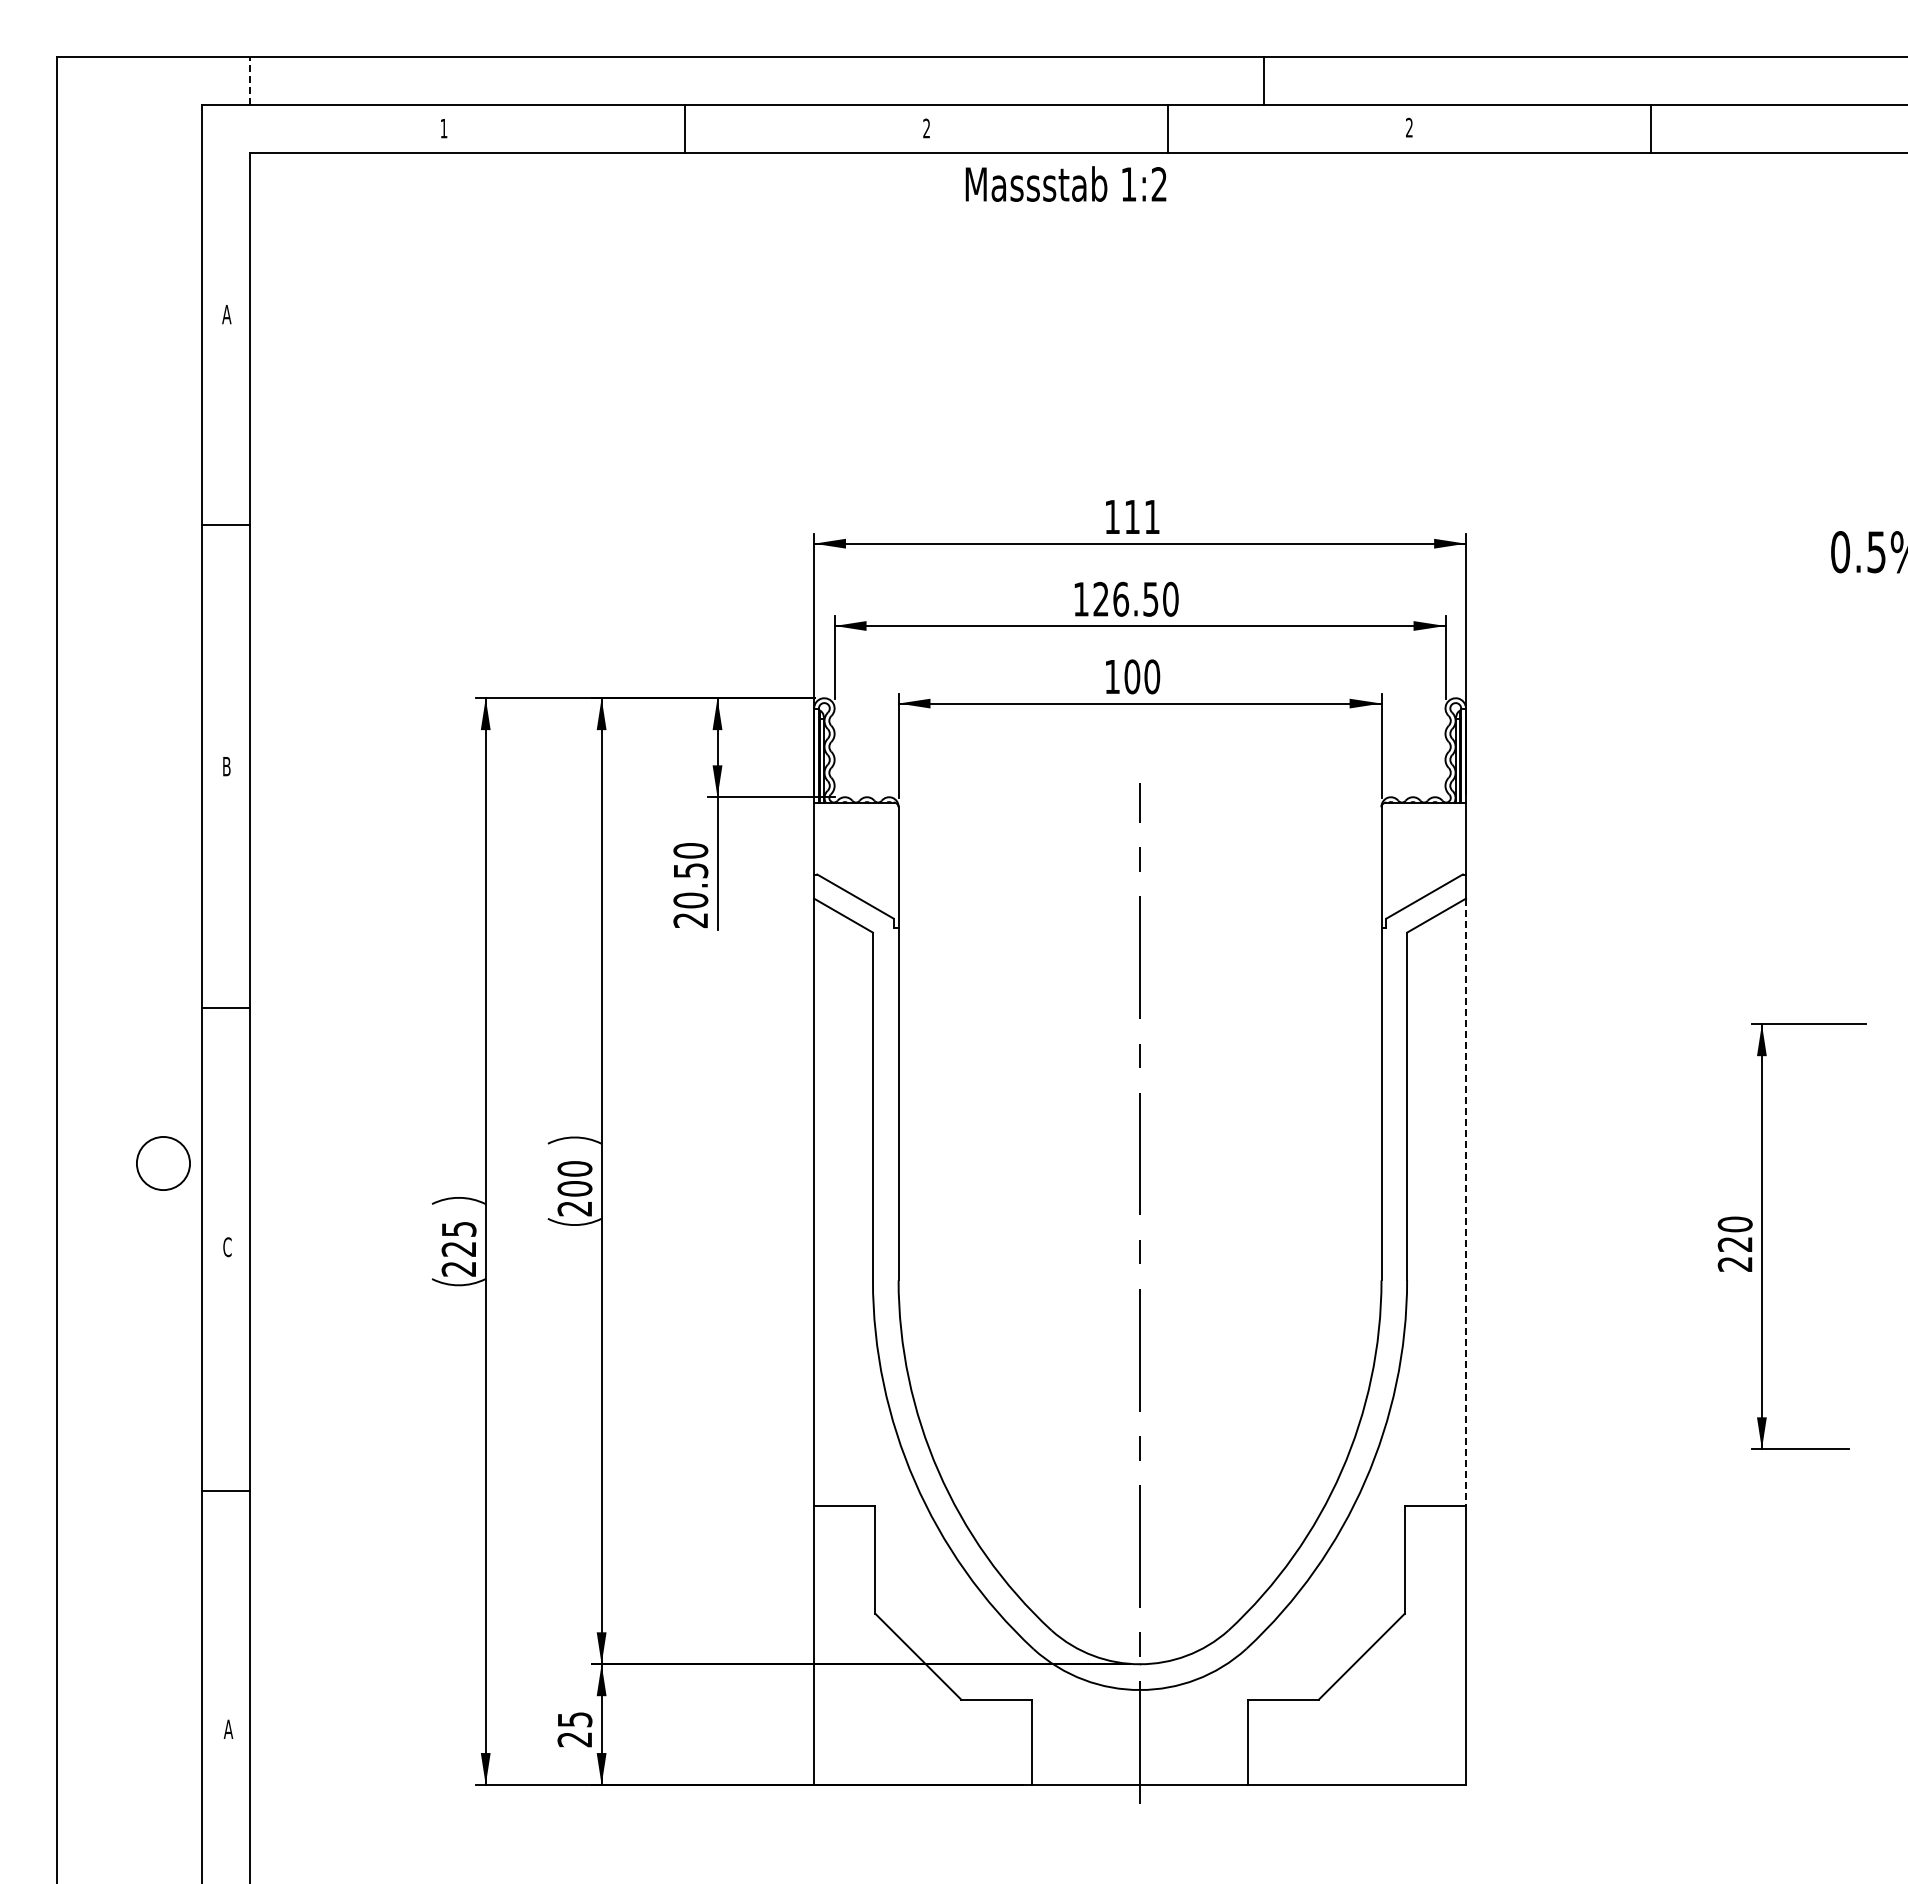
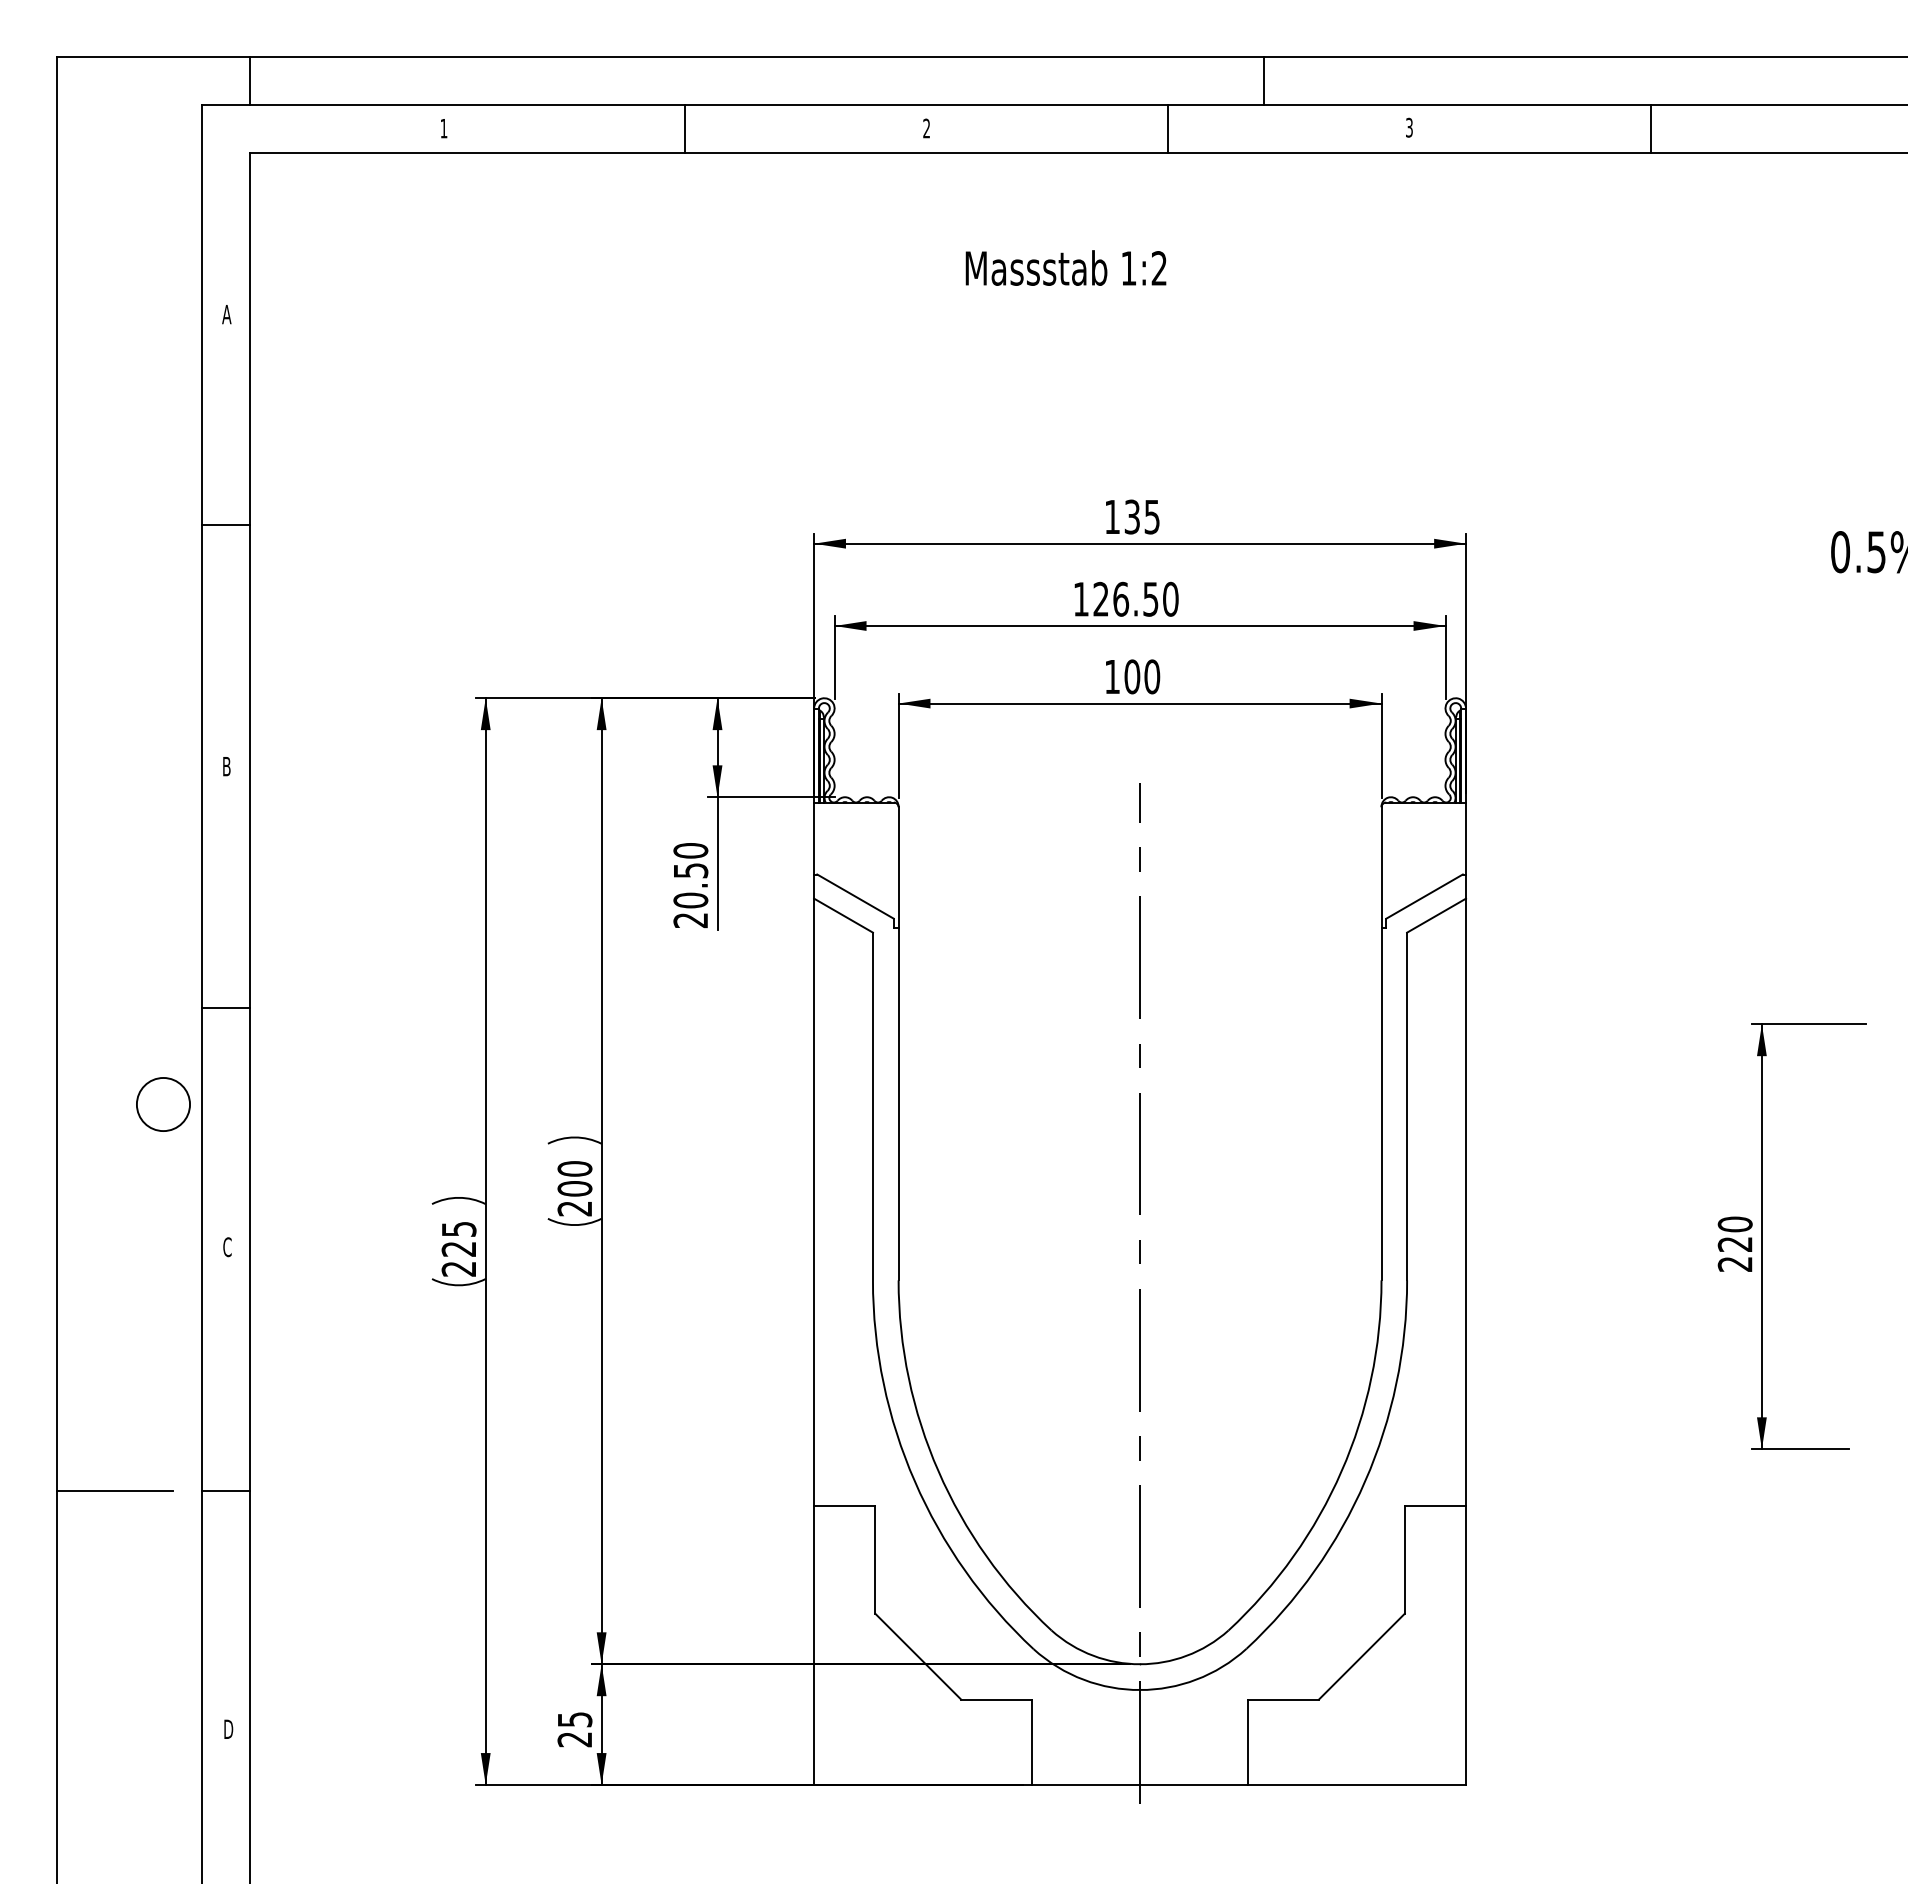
line at (250, 80): dashed -> solid
text at (1409, 127): 2 -> 3
text at (1065, 183) position: (1065, 183) -> (1065, 267)
text at (1141, 516): 111 -> 135
circle at (163, 1163) position: (163, 1163) -> (163, 1104)
line at (1466, 1202): dashed -> solid
line at (115, 1490): none -> present
text at (228, 1728): A -> D
